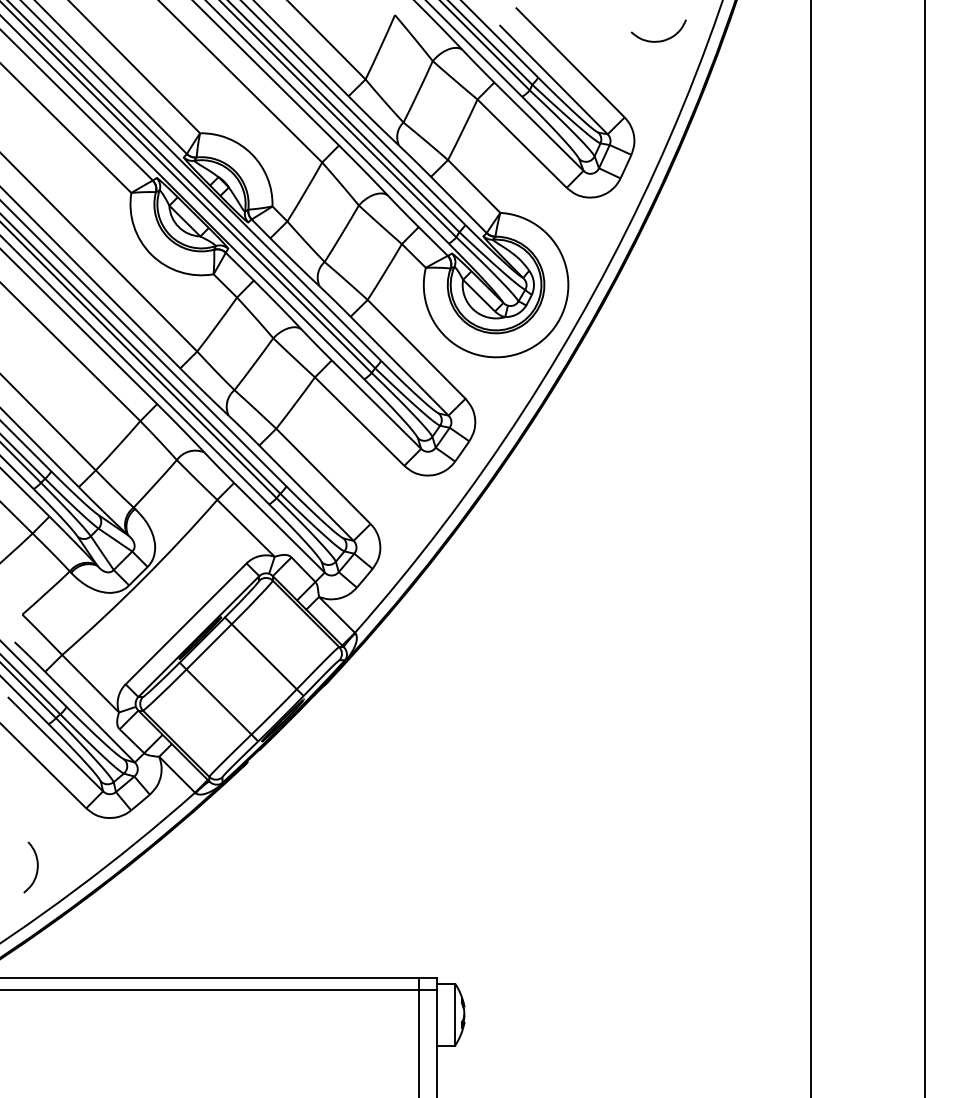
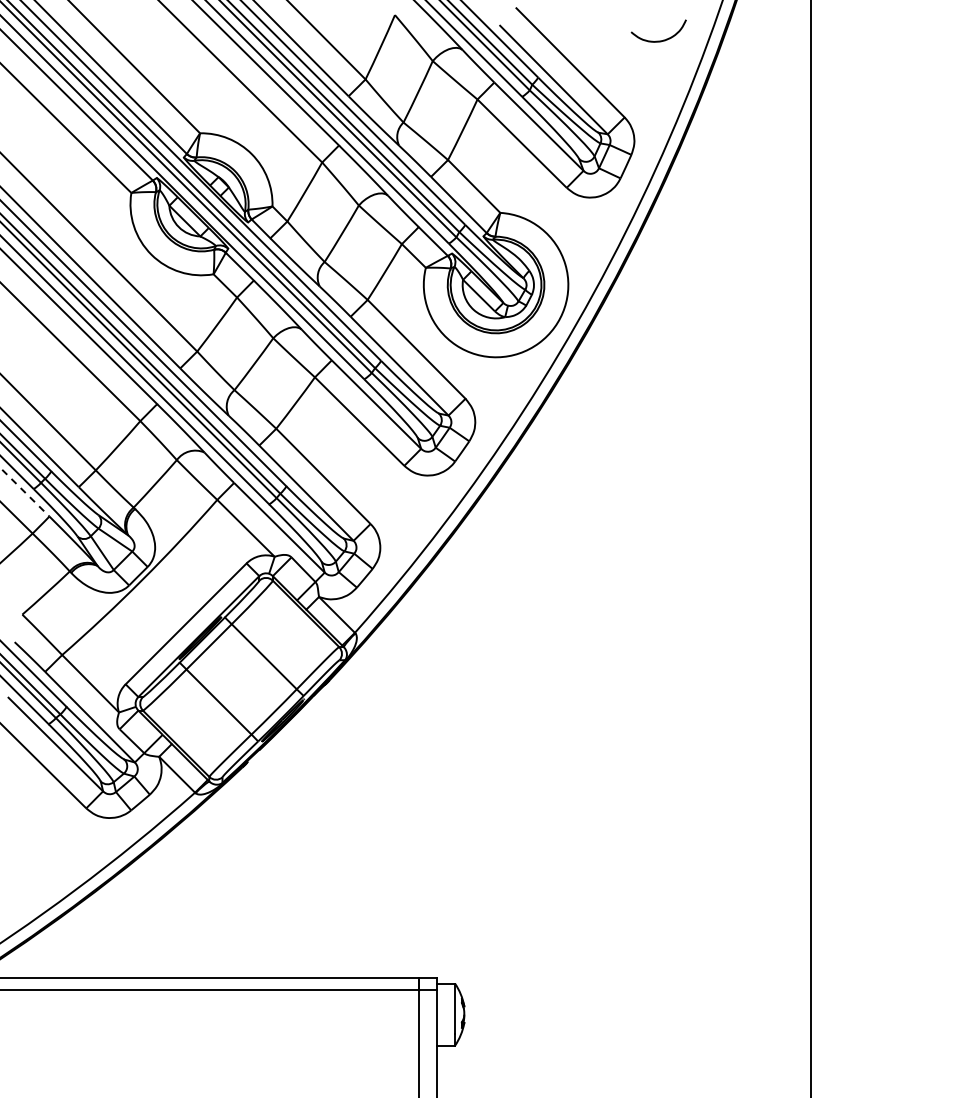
line at (25, 492): solid -> dashed
line at (925, 548): present -> none
curve at (36, 867): present -> none
